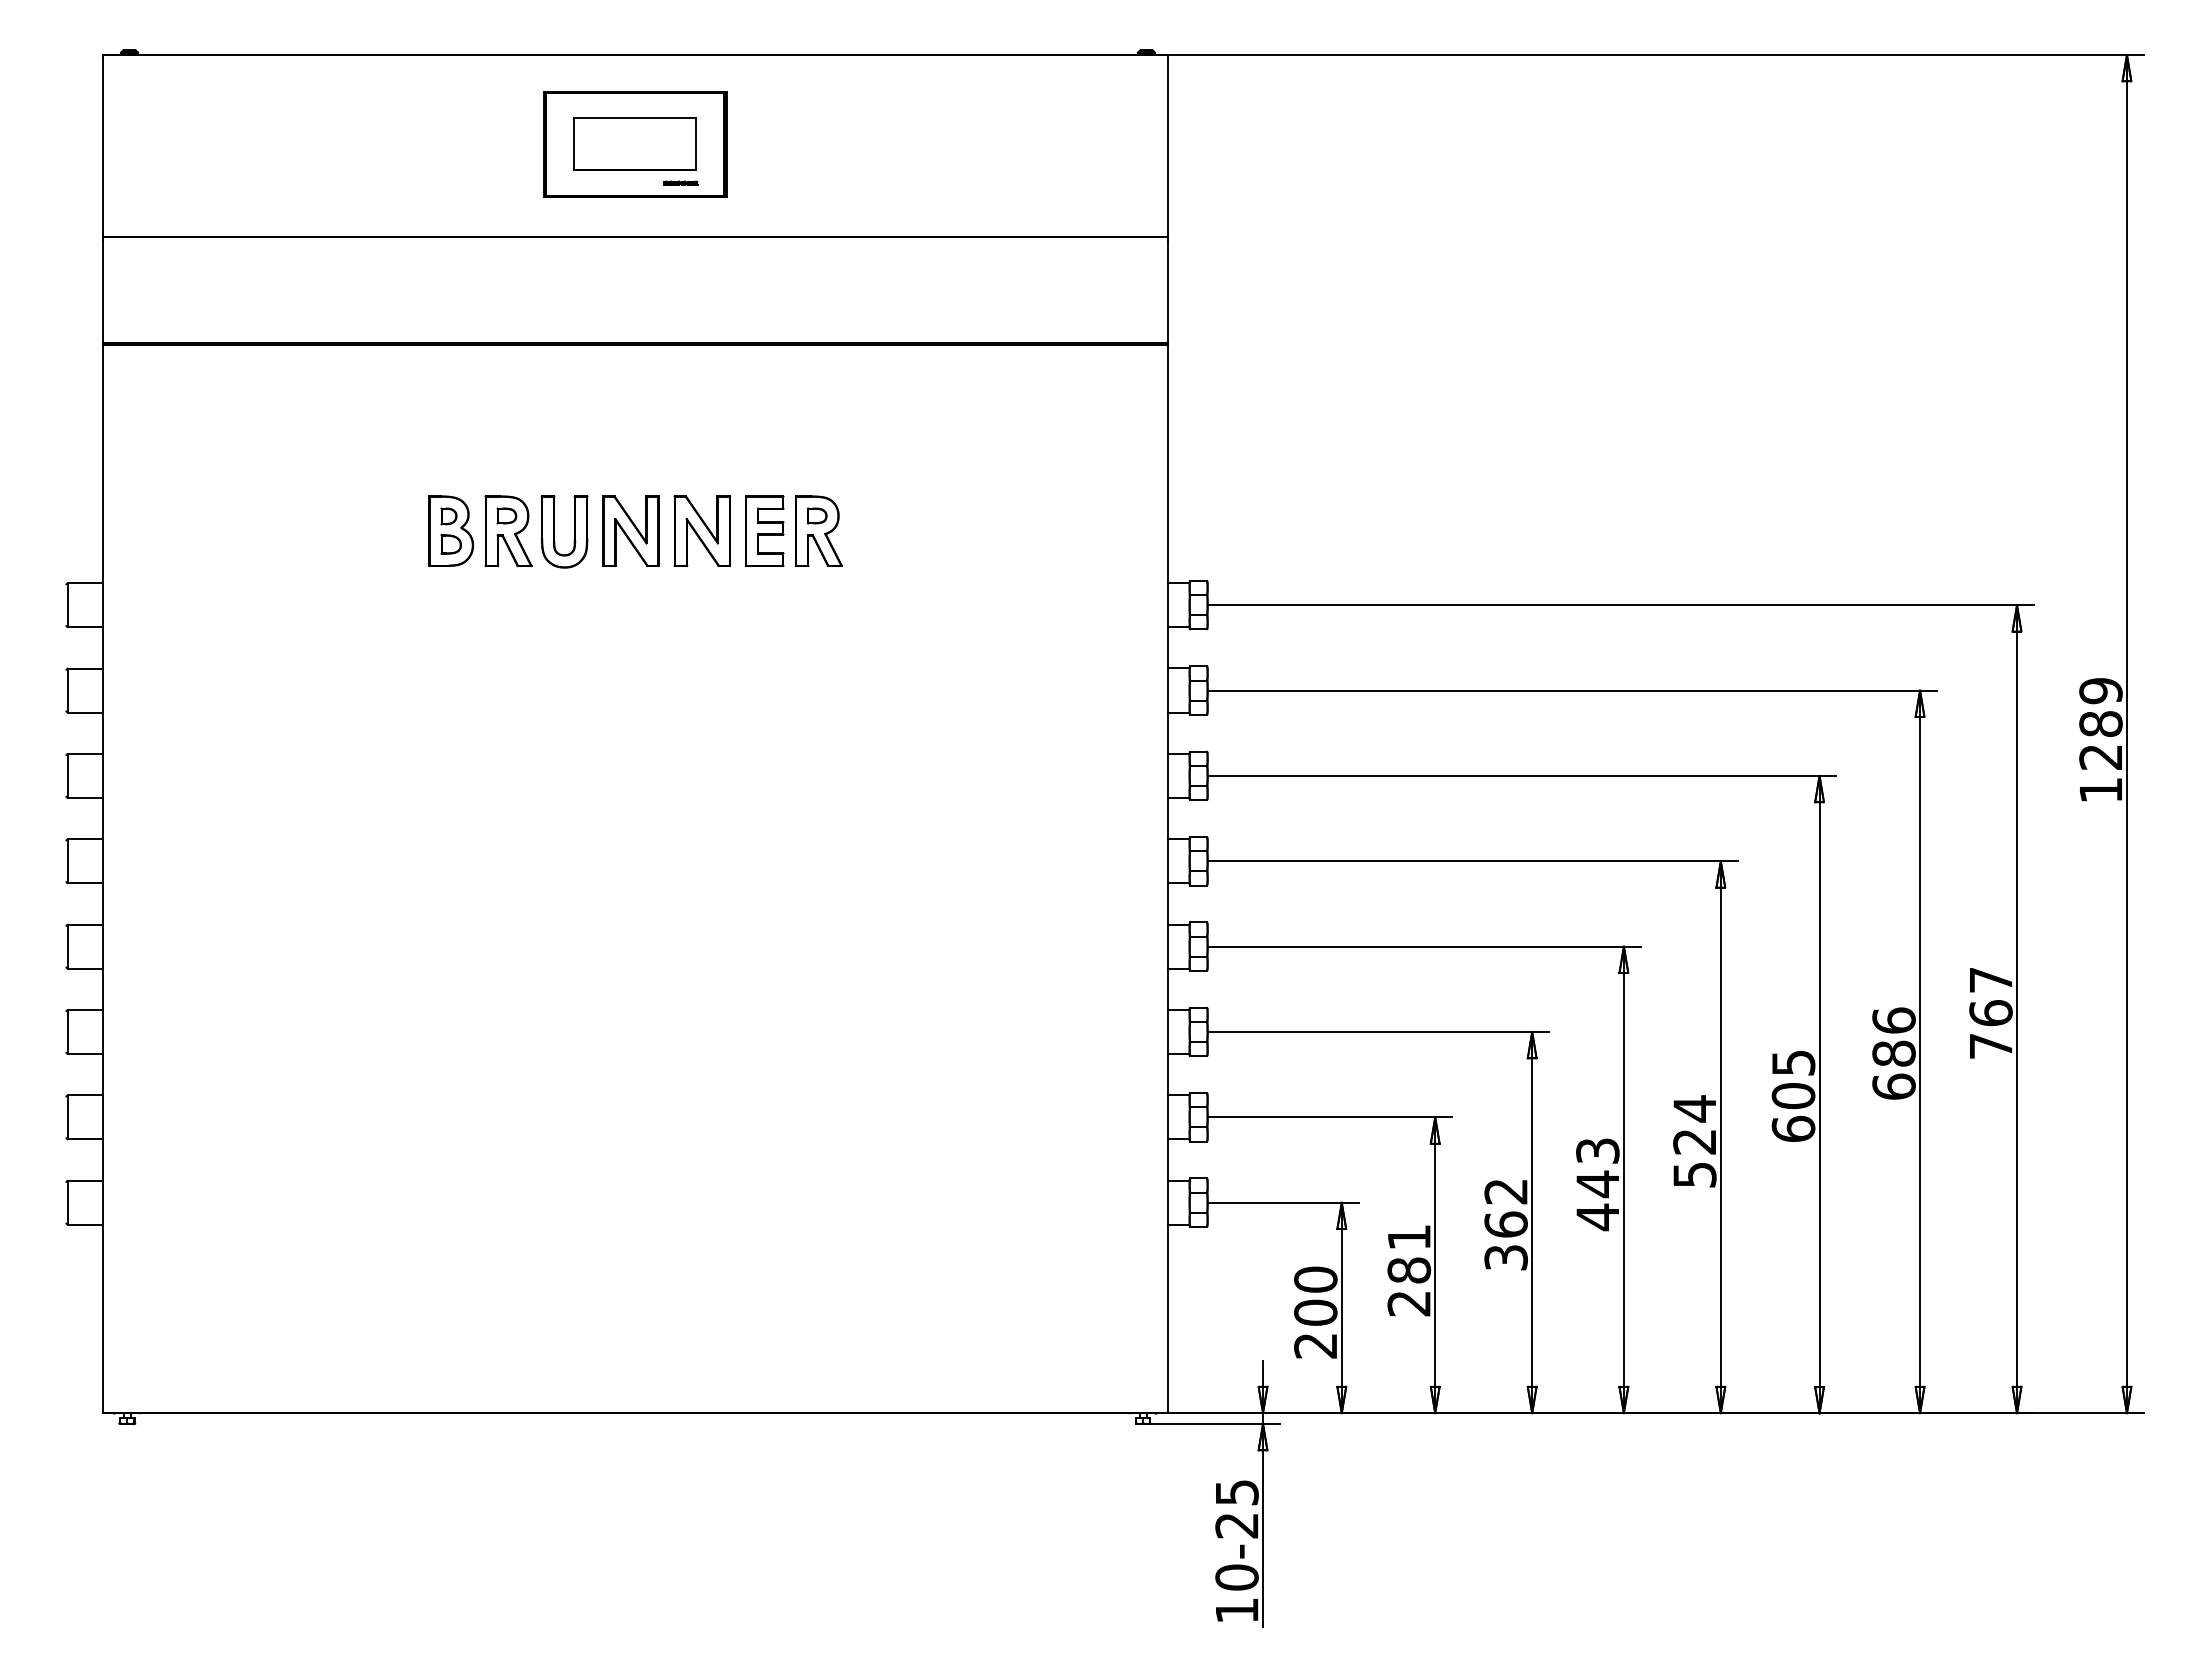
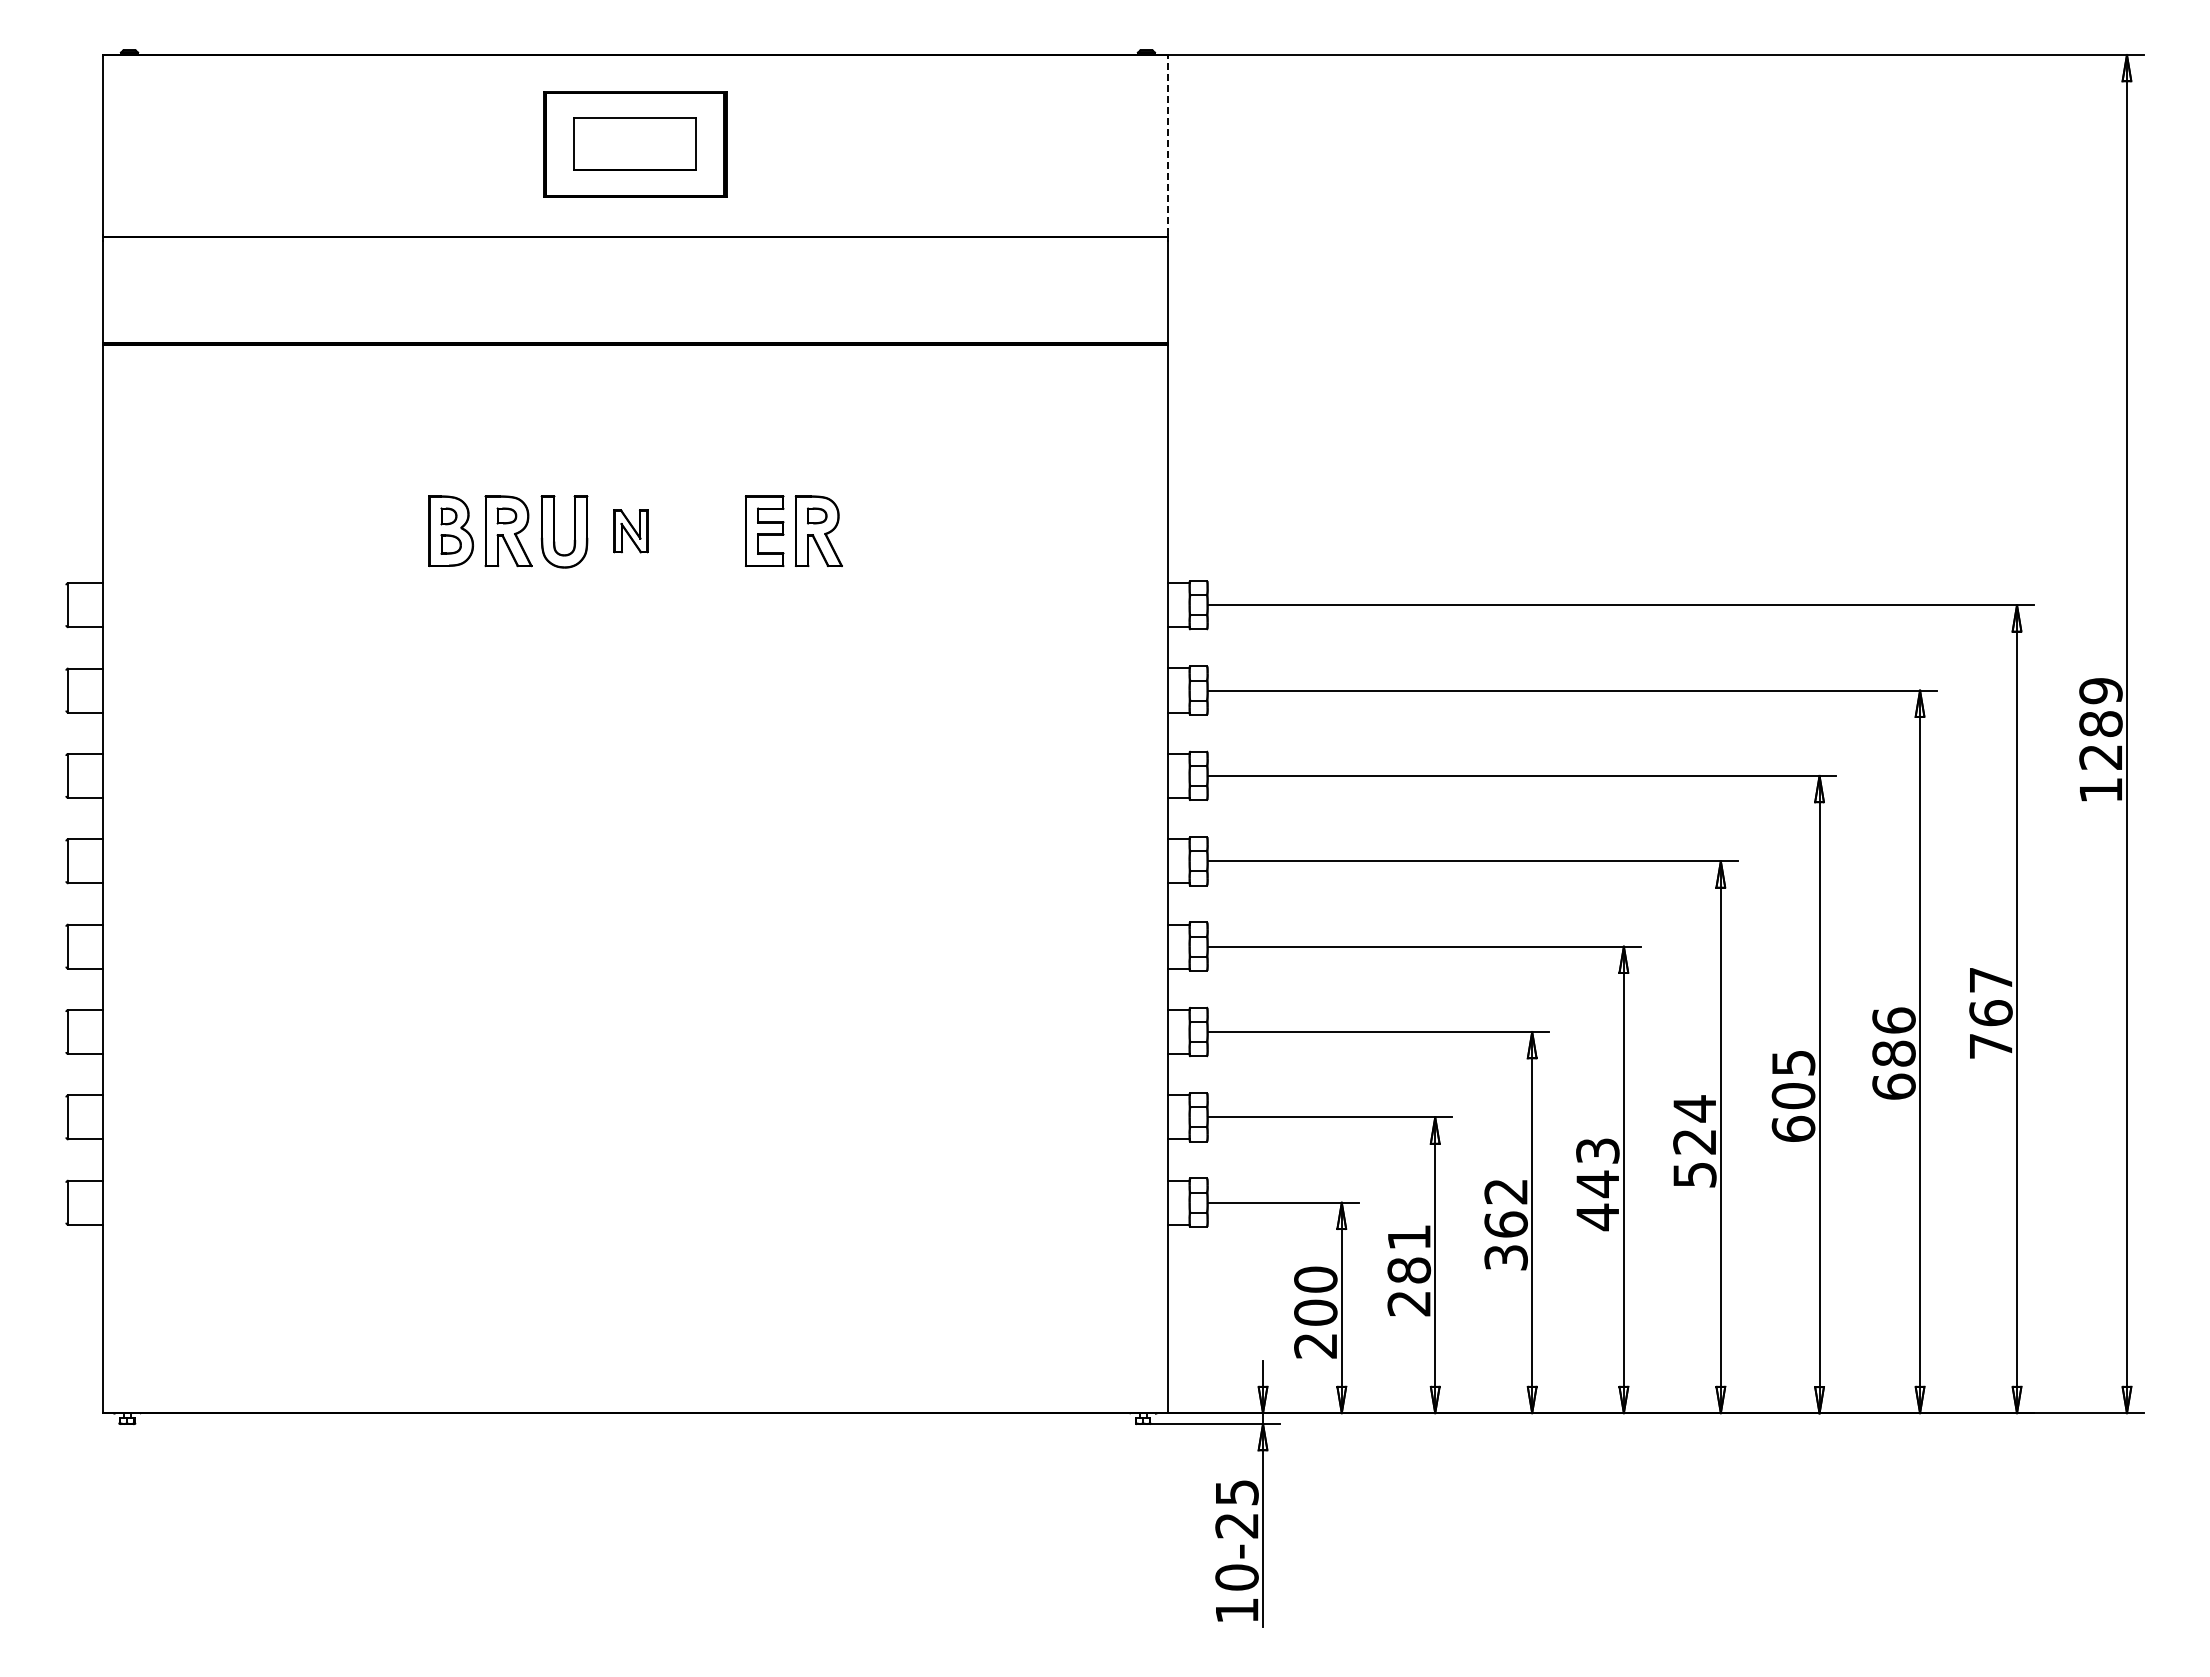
line at (1167, 145): solid -> dashed
part at (680, 182): present -> none
part at (630, 531) size: 58x73 px -> 36x45 px
part at (702, 531): present -> none
